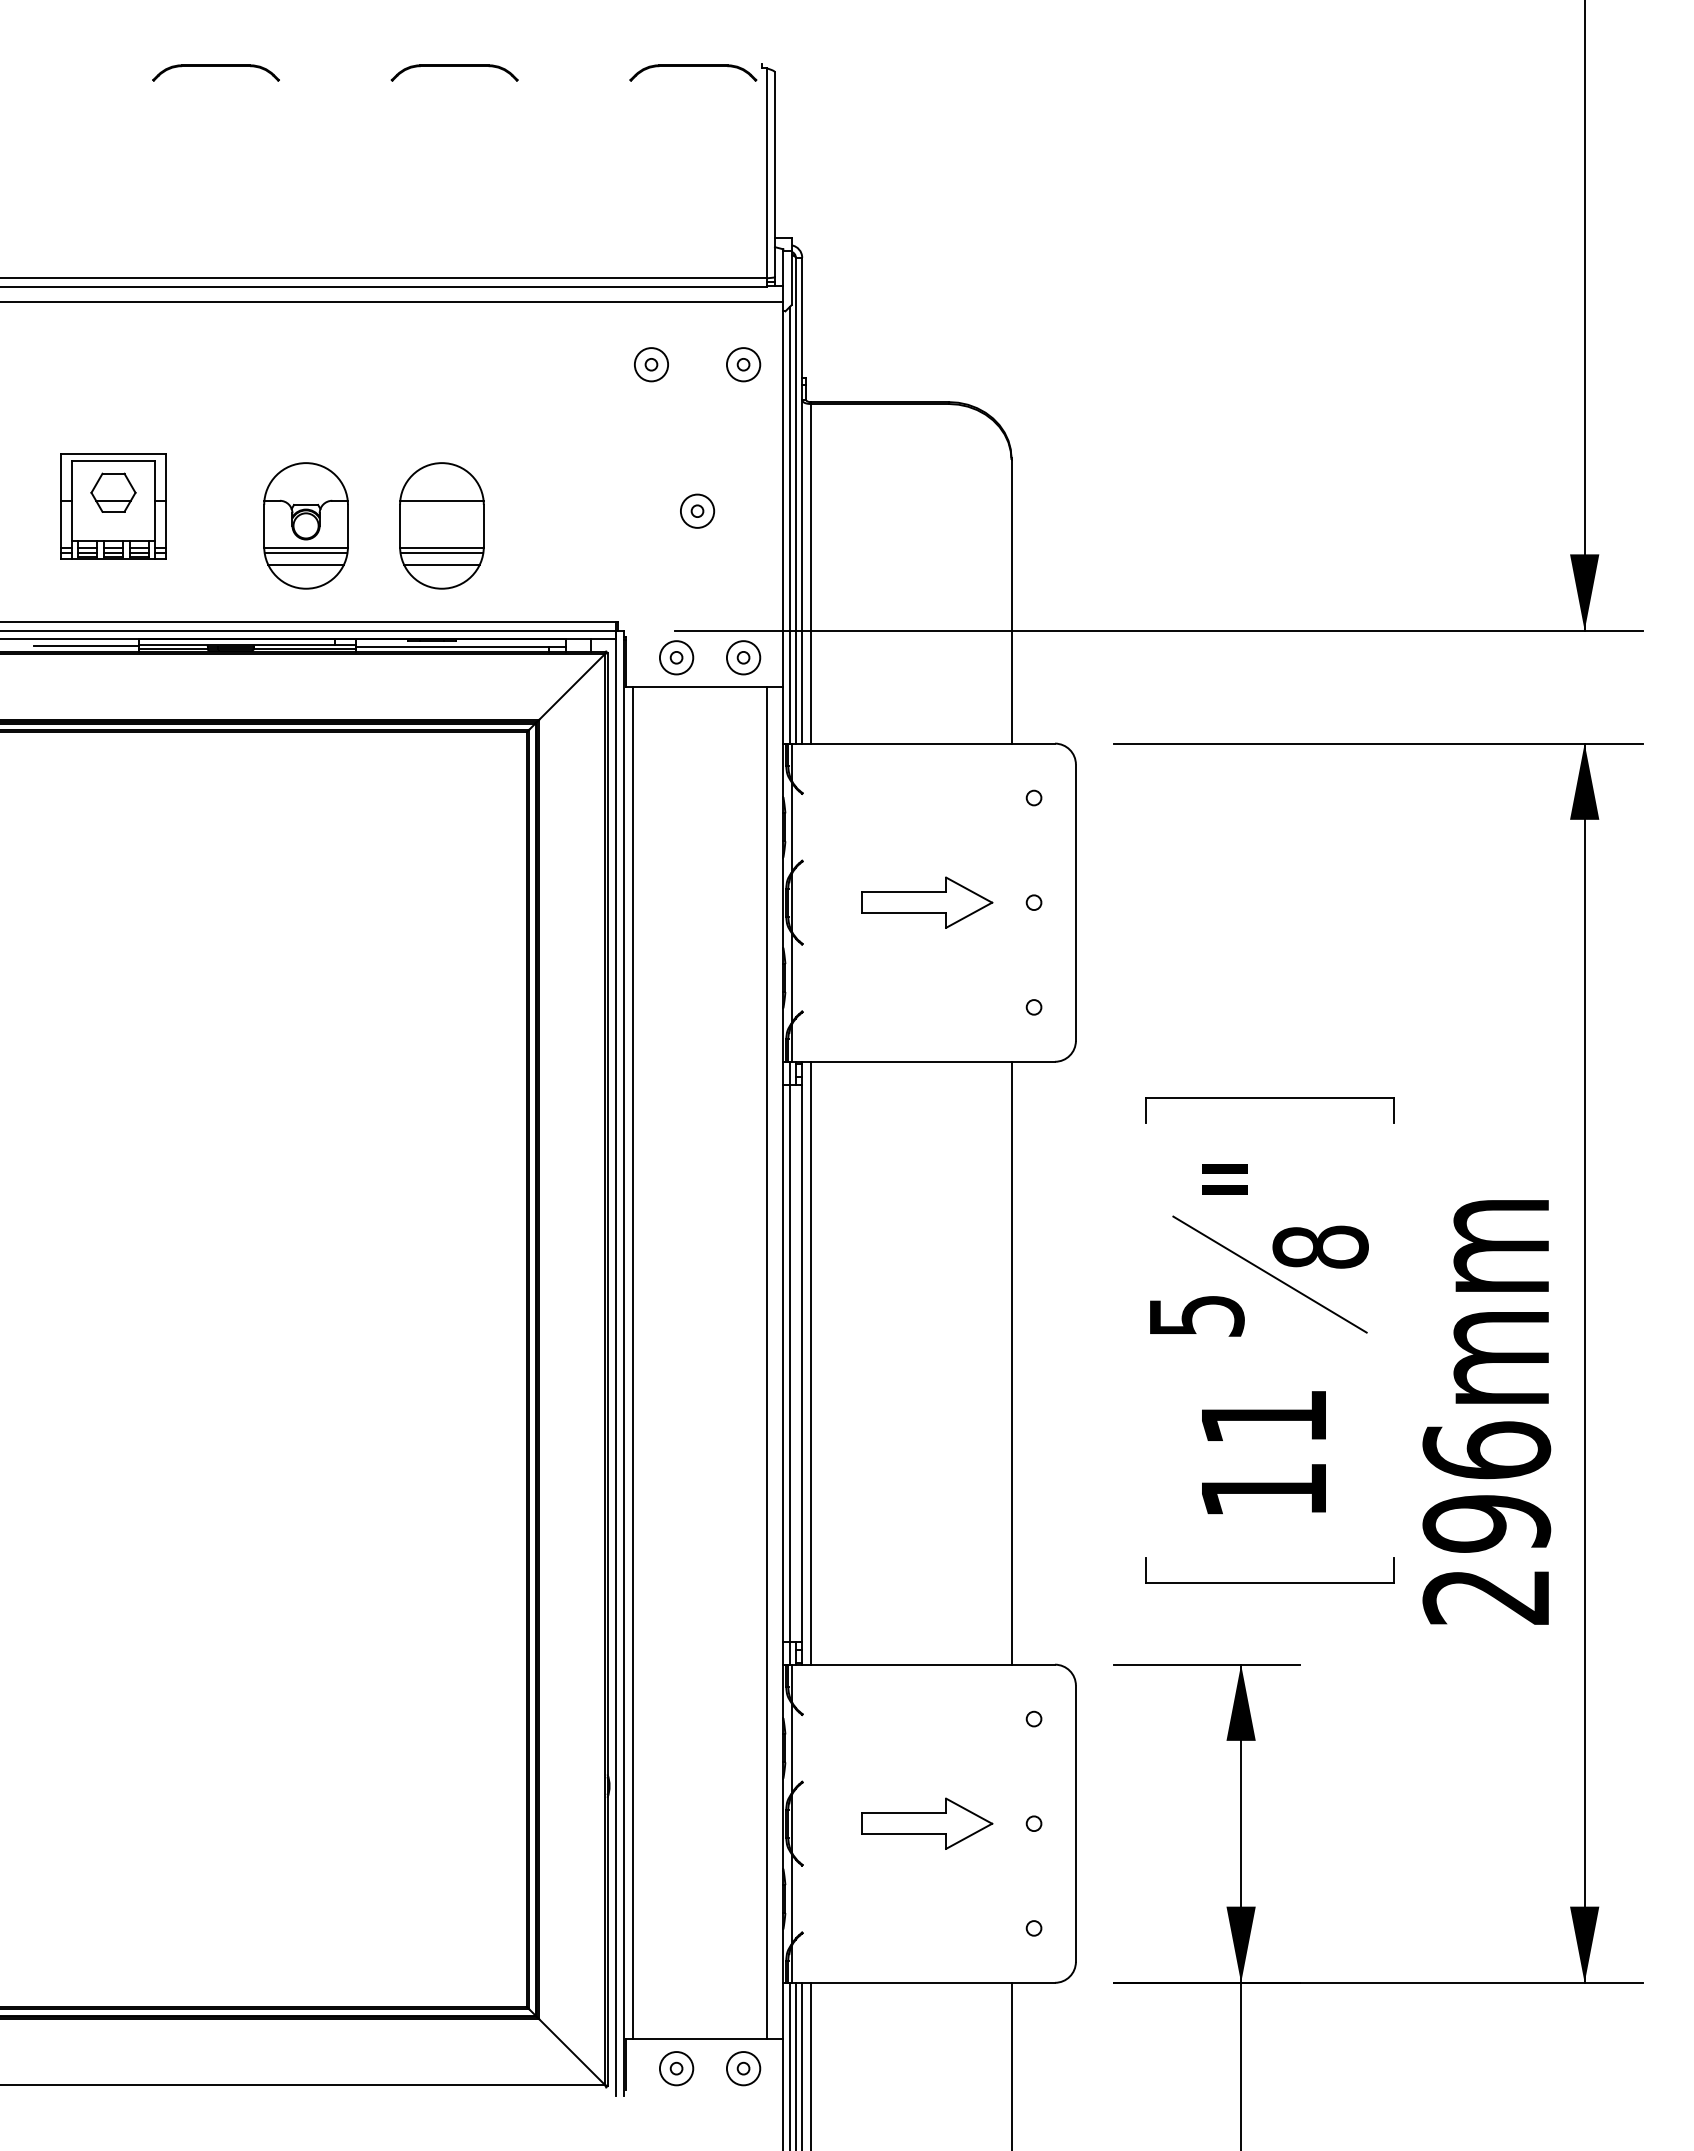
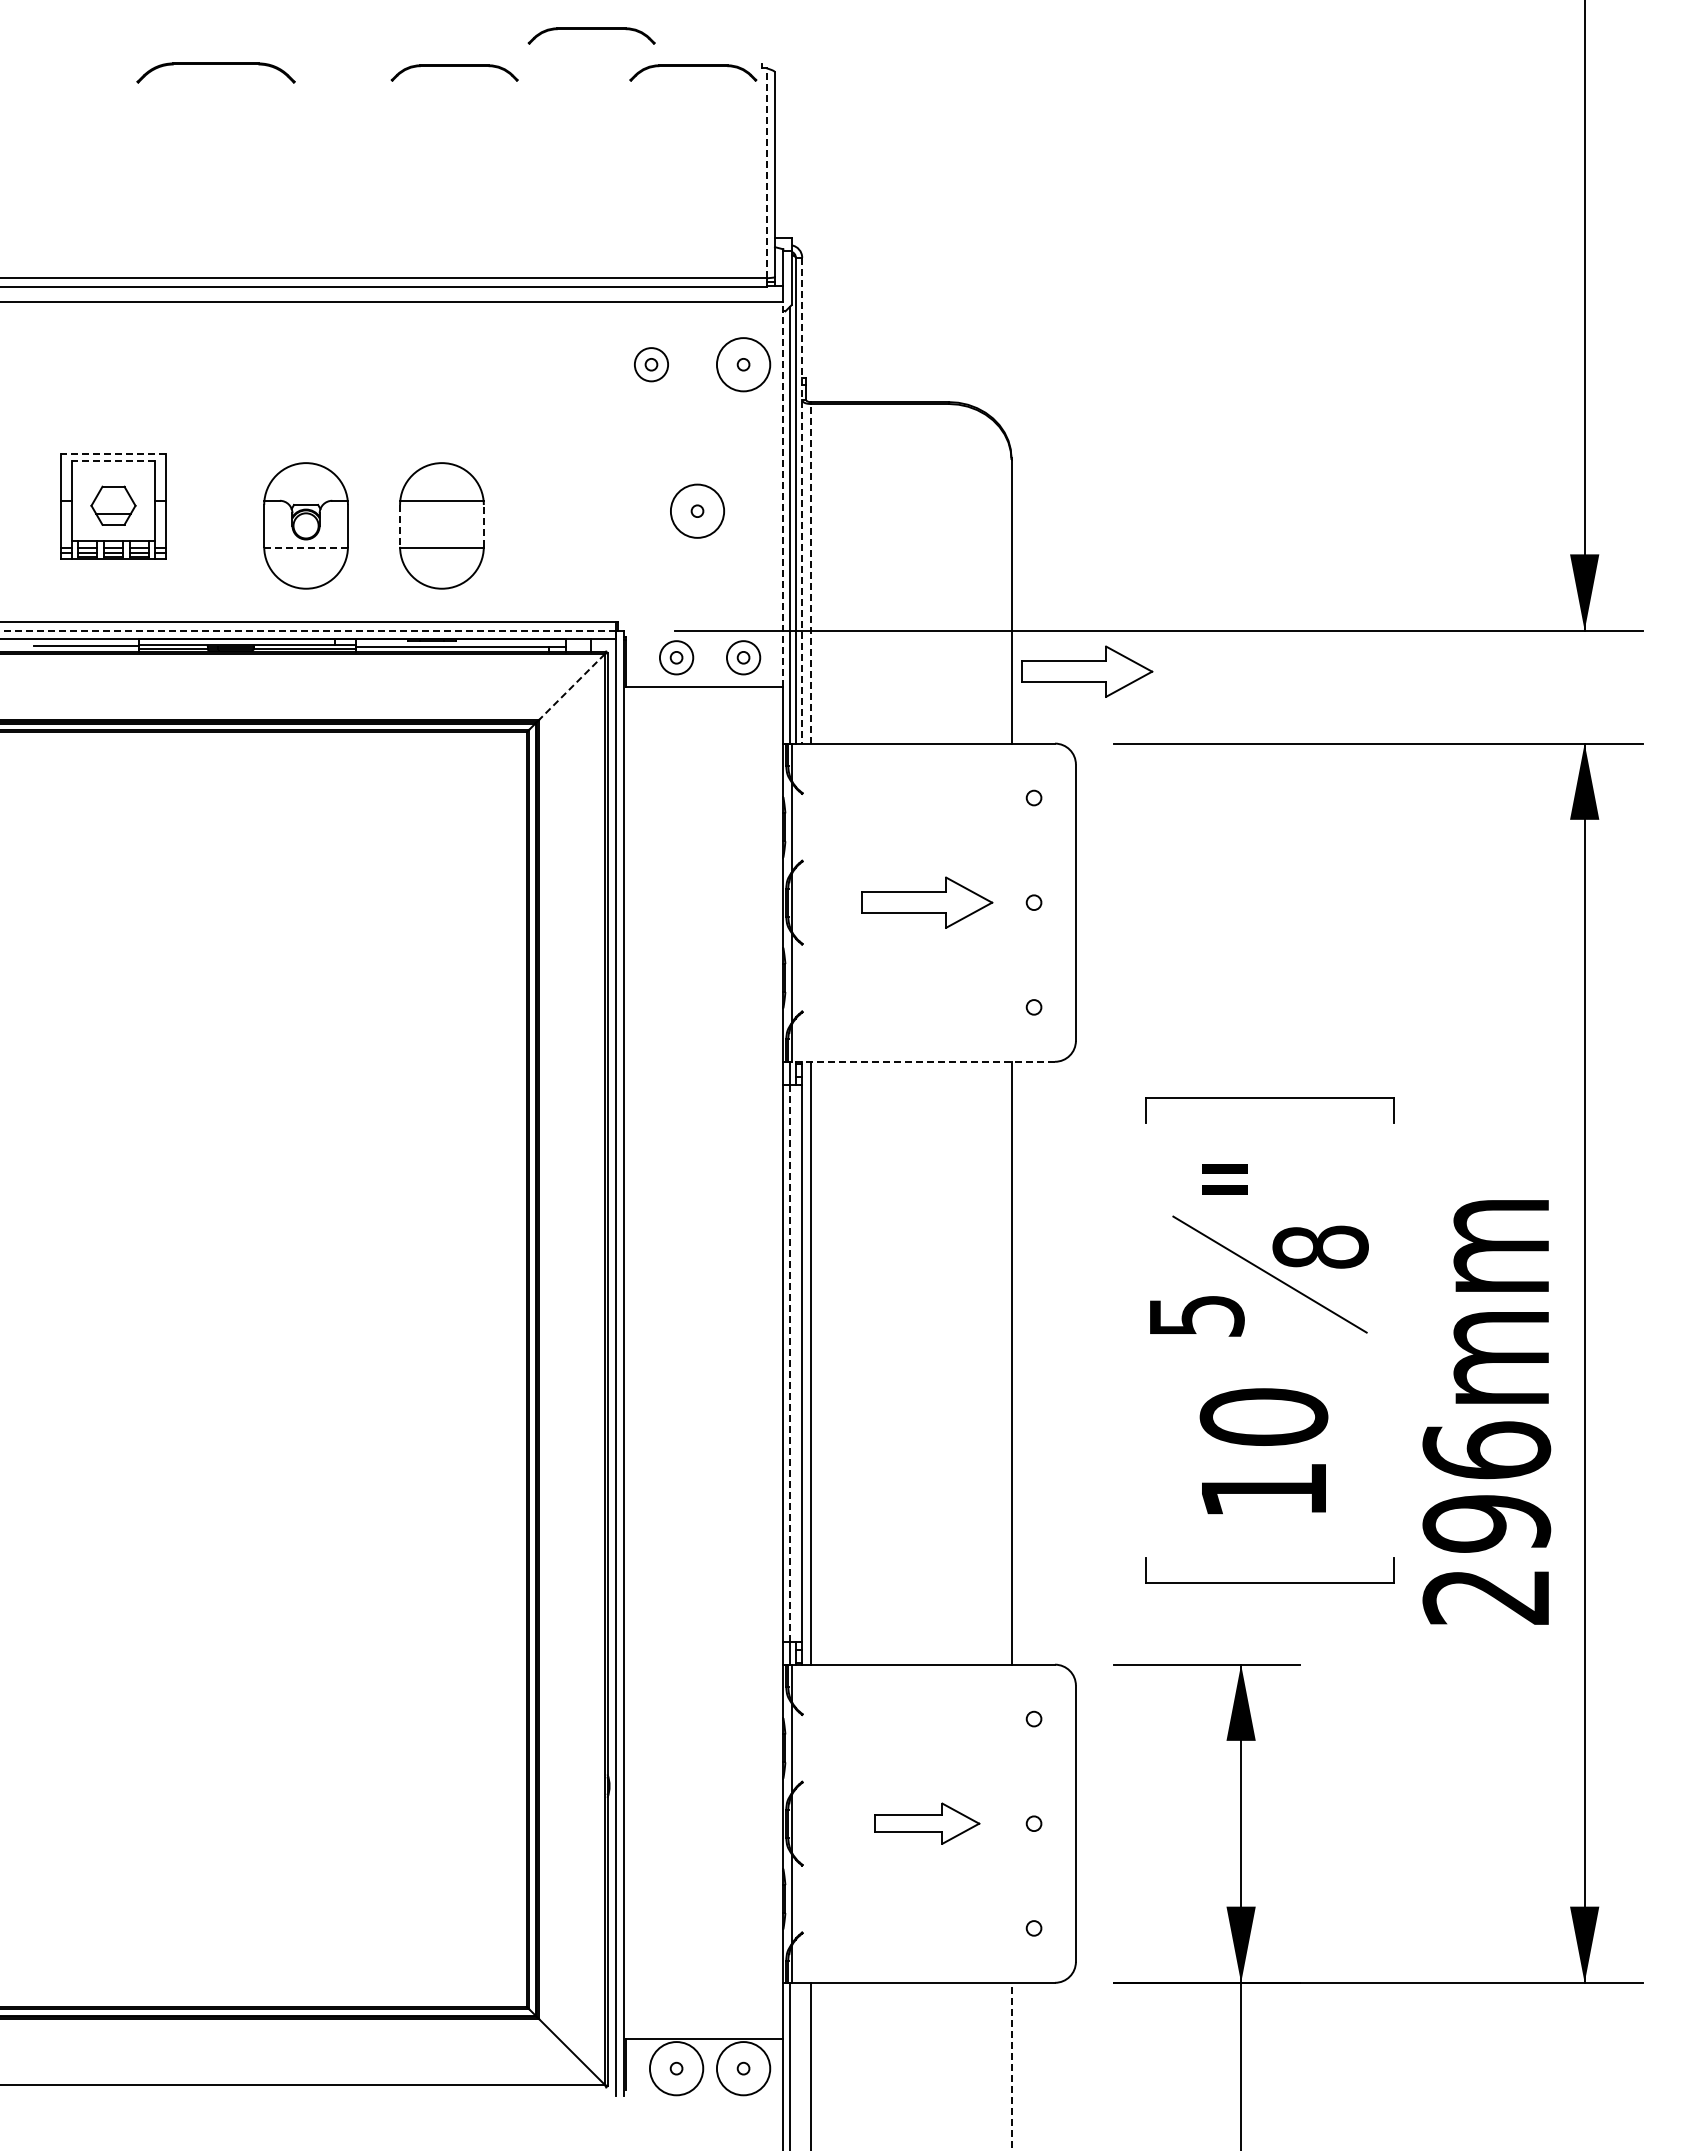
part at (591, 35): none -> present
part at (215, 72) size: 128x18 px -> 160x22 px
line at (766, 172): solid -> dashed
circle at (743, 364) diameter: 33 px -> 53 px
line at (113, 453): solid -> dashed
line at (113, 461): solid -> dashed
part at (113, 492) position: (113, 492) -> (113, 505)
line at (783, 494): solid -> dashed
line at (802, 500): solid -> dashed
circle at (697, 510) diameter: 33 px -> 53 px
line at (400, 525): solid -> dashed
line at (483, 525): solid -> dashed
line at (306, 547): solid -> dashed
line at (305, 553): present -> none
line at (441, 553): present -> none
line at (305, 564): present -> none
line at (441, 564): present -> none
line at (810, 573): solid -> dashed
line at (307, 630): solid -> dashed
part at (1087, 671): none -> present
line at (571, 687): solid -> dashed
line at (923, 1061): solid -> dashed
line at (632, 1363): present -> none
line at (766, 1363): present -> none
line at (789, 1364): solid -> dashed
text at (1263, 1416): 11 -> 10
part at (927, 1823) size: 133x53 px -> 107x43 px
line at (795, 2064): present -> none
line at (802, 2064): present -> none
line at (1011, 2066): solid -> dashed
circle at (676, 2068) diameter: 33 px -> 53 px
circle at (743, 2068) diameter: 33 px -> 53 px
